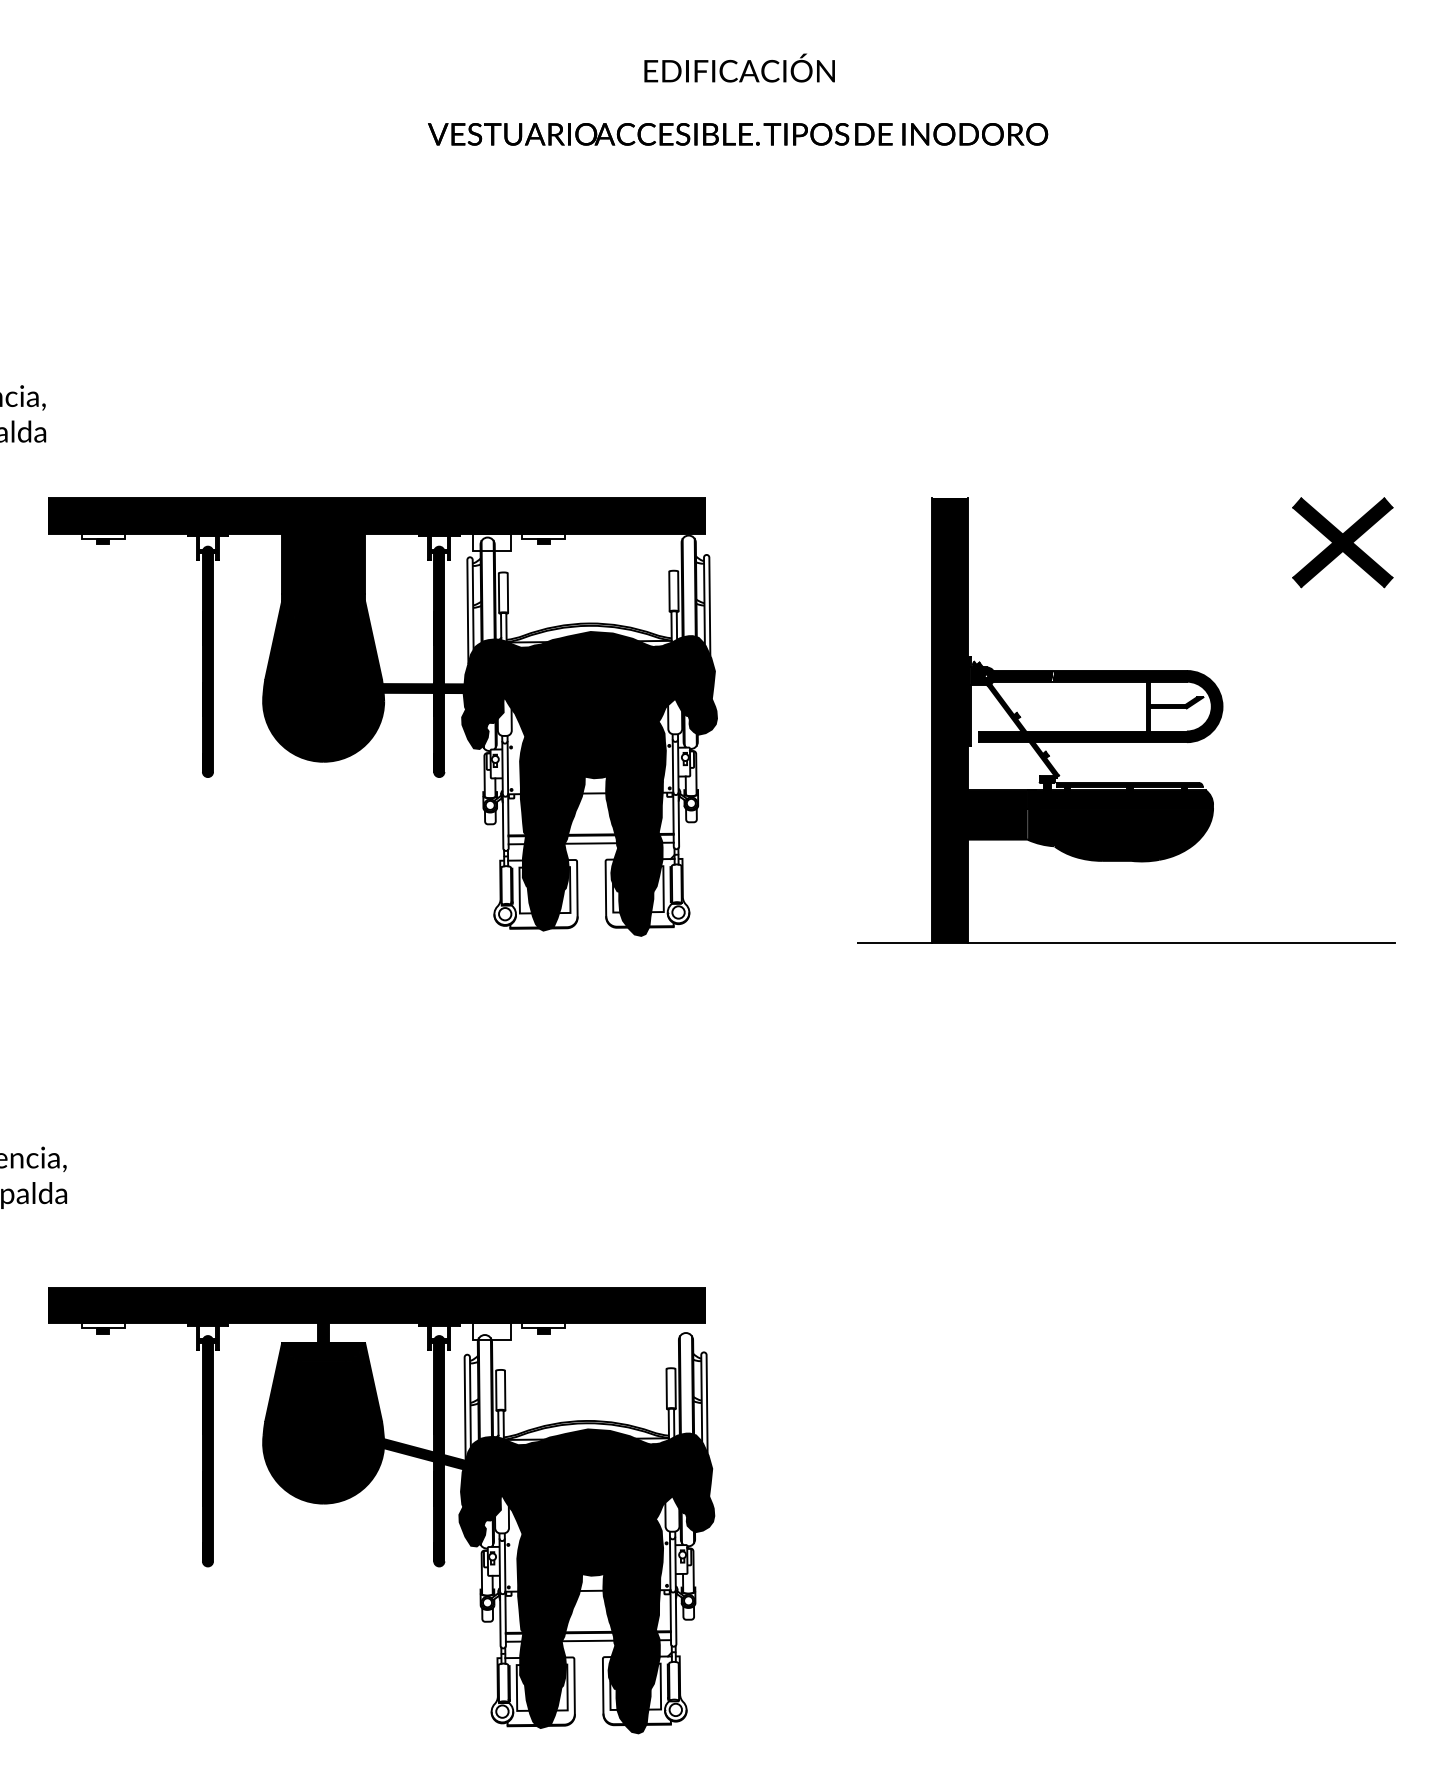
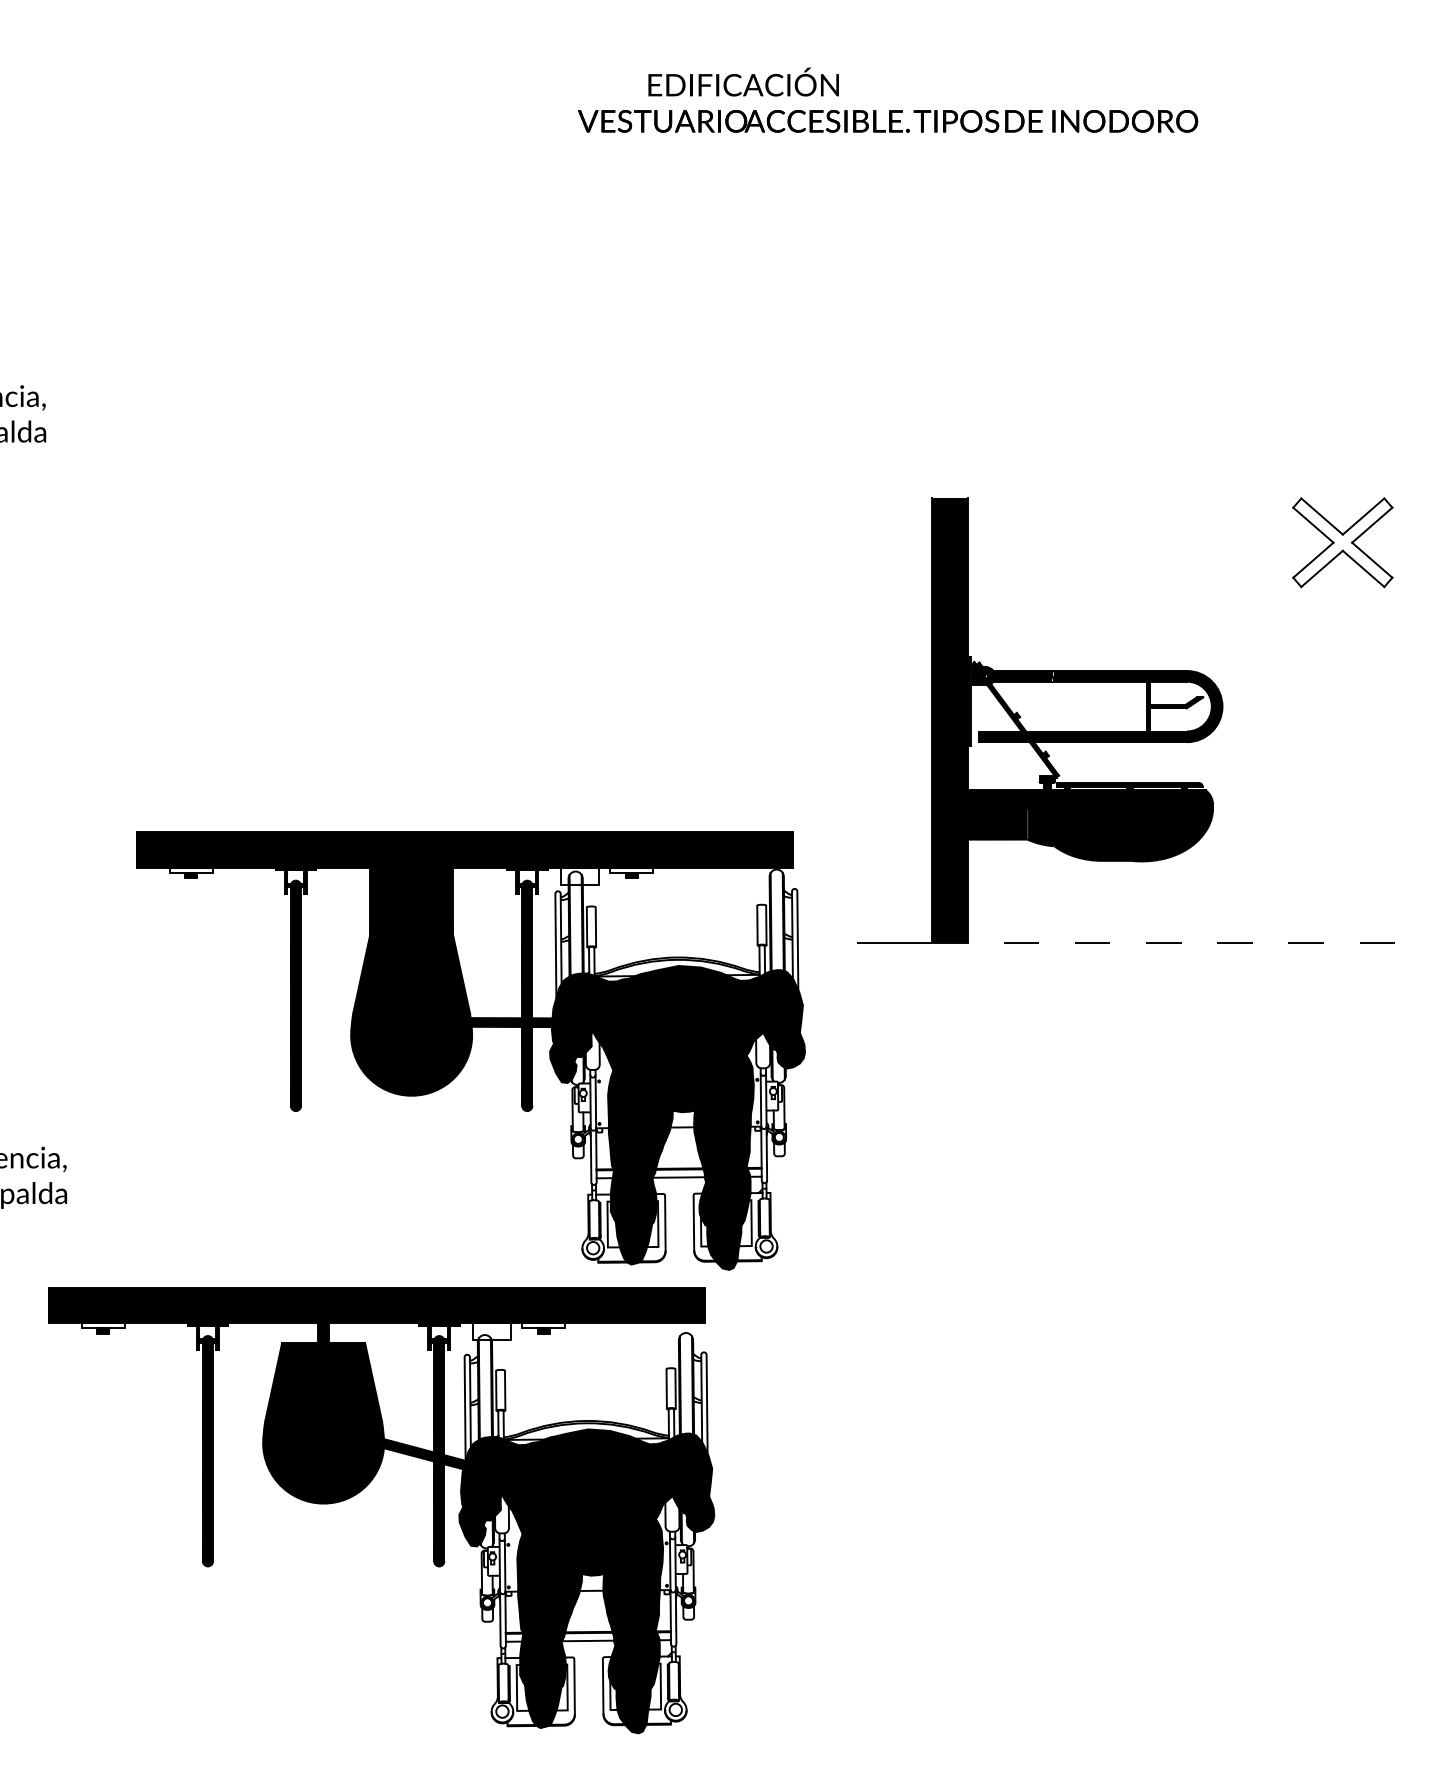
text at (739, 67) position: (739, 67) -> (743, 81)
text at (738, 134) position: (738, 134) -> (888, 121)
fill at (1342, 542): present -> none
part at (382, 716) position: (382, 716) -> (470, 1050)
line at (1181, 943): solid -> dashed
